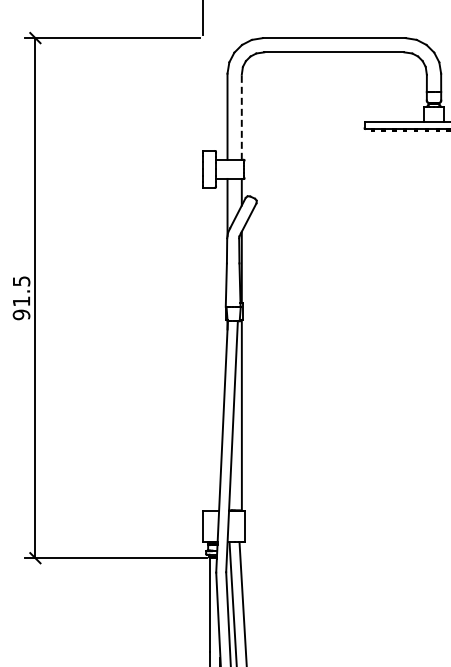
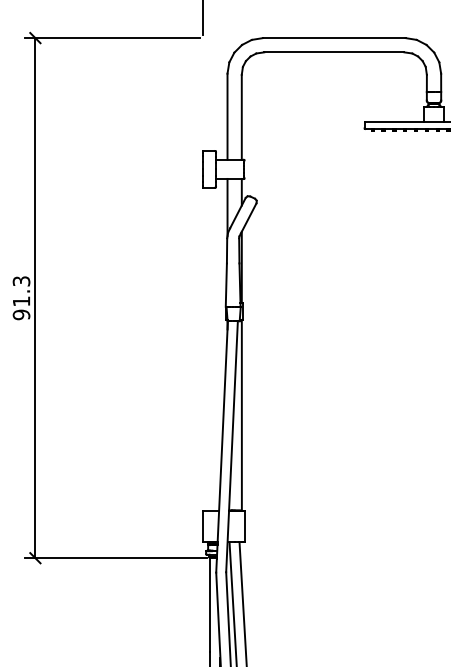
line at (241, 117): dashed -> solid
text at (20, 280): 91.5 -> 91.3
